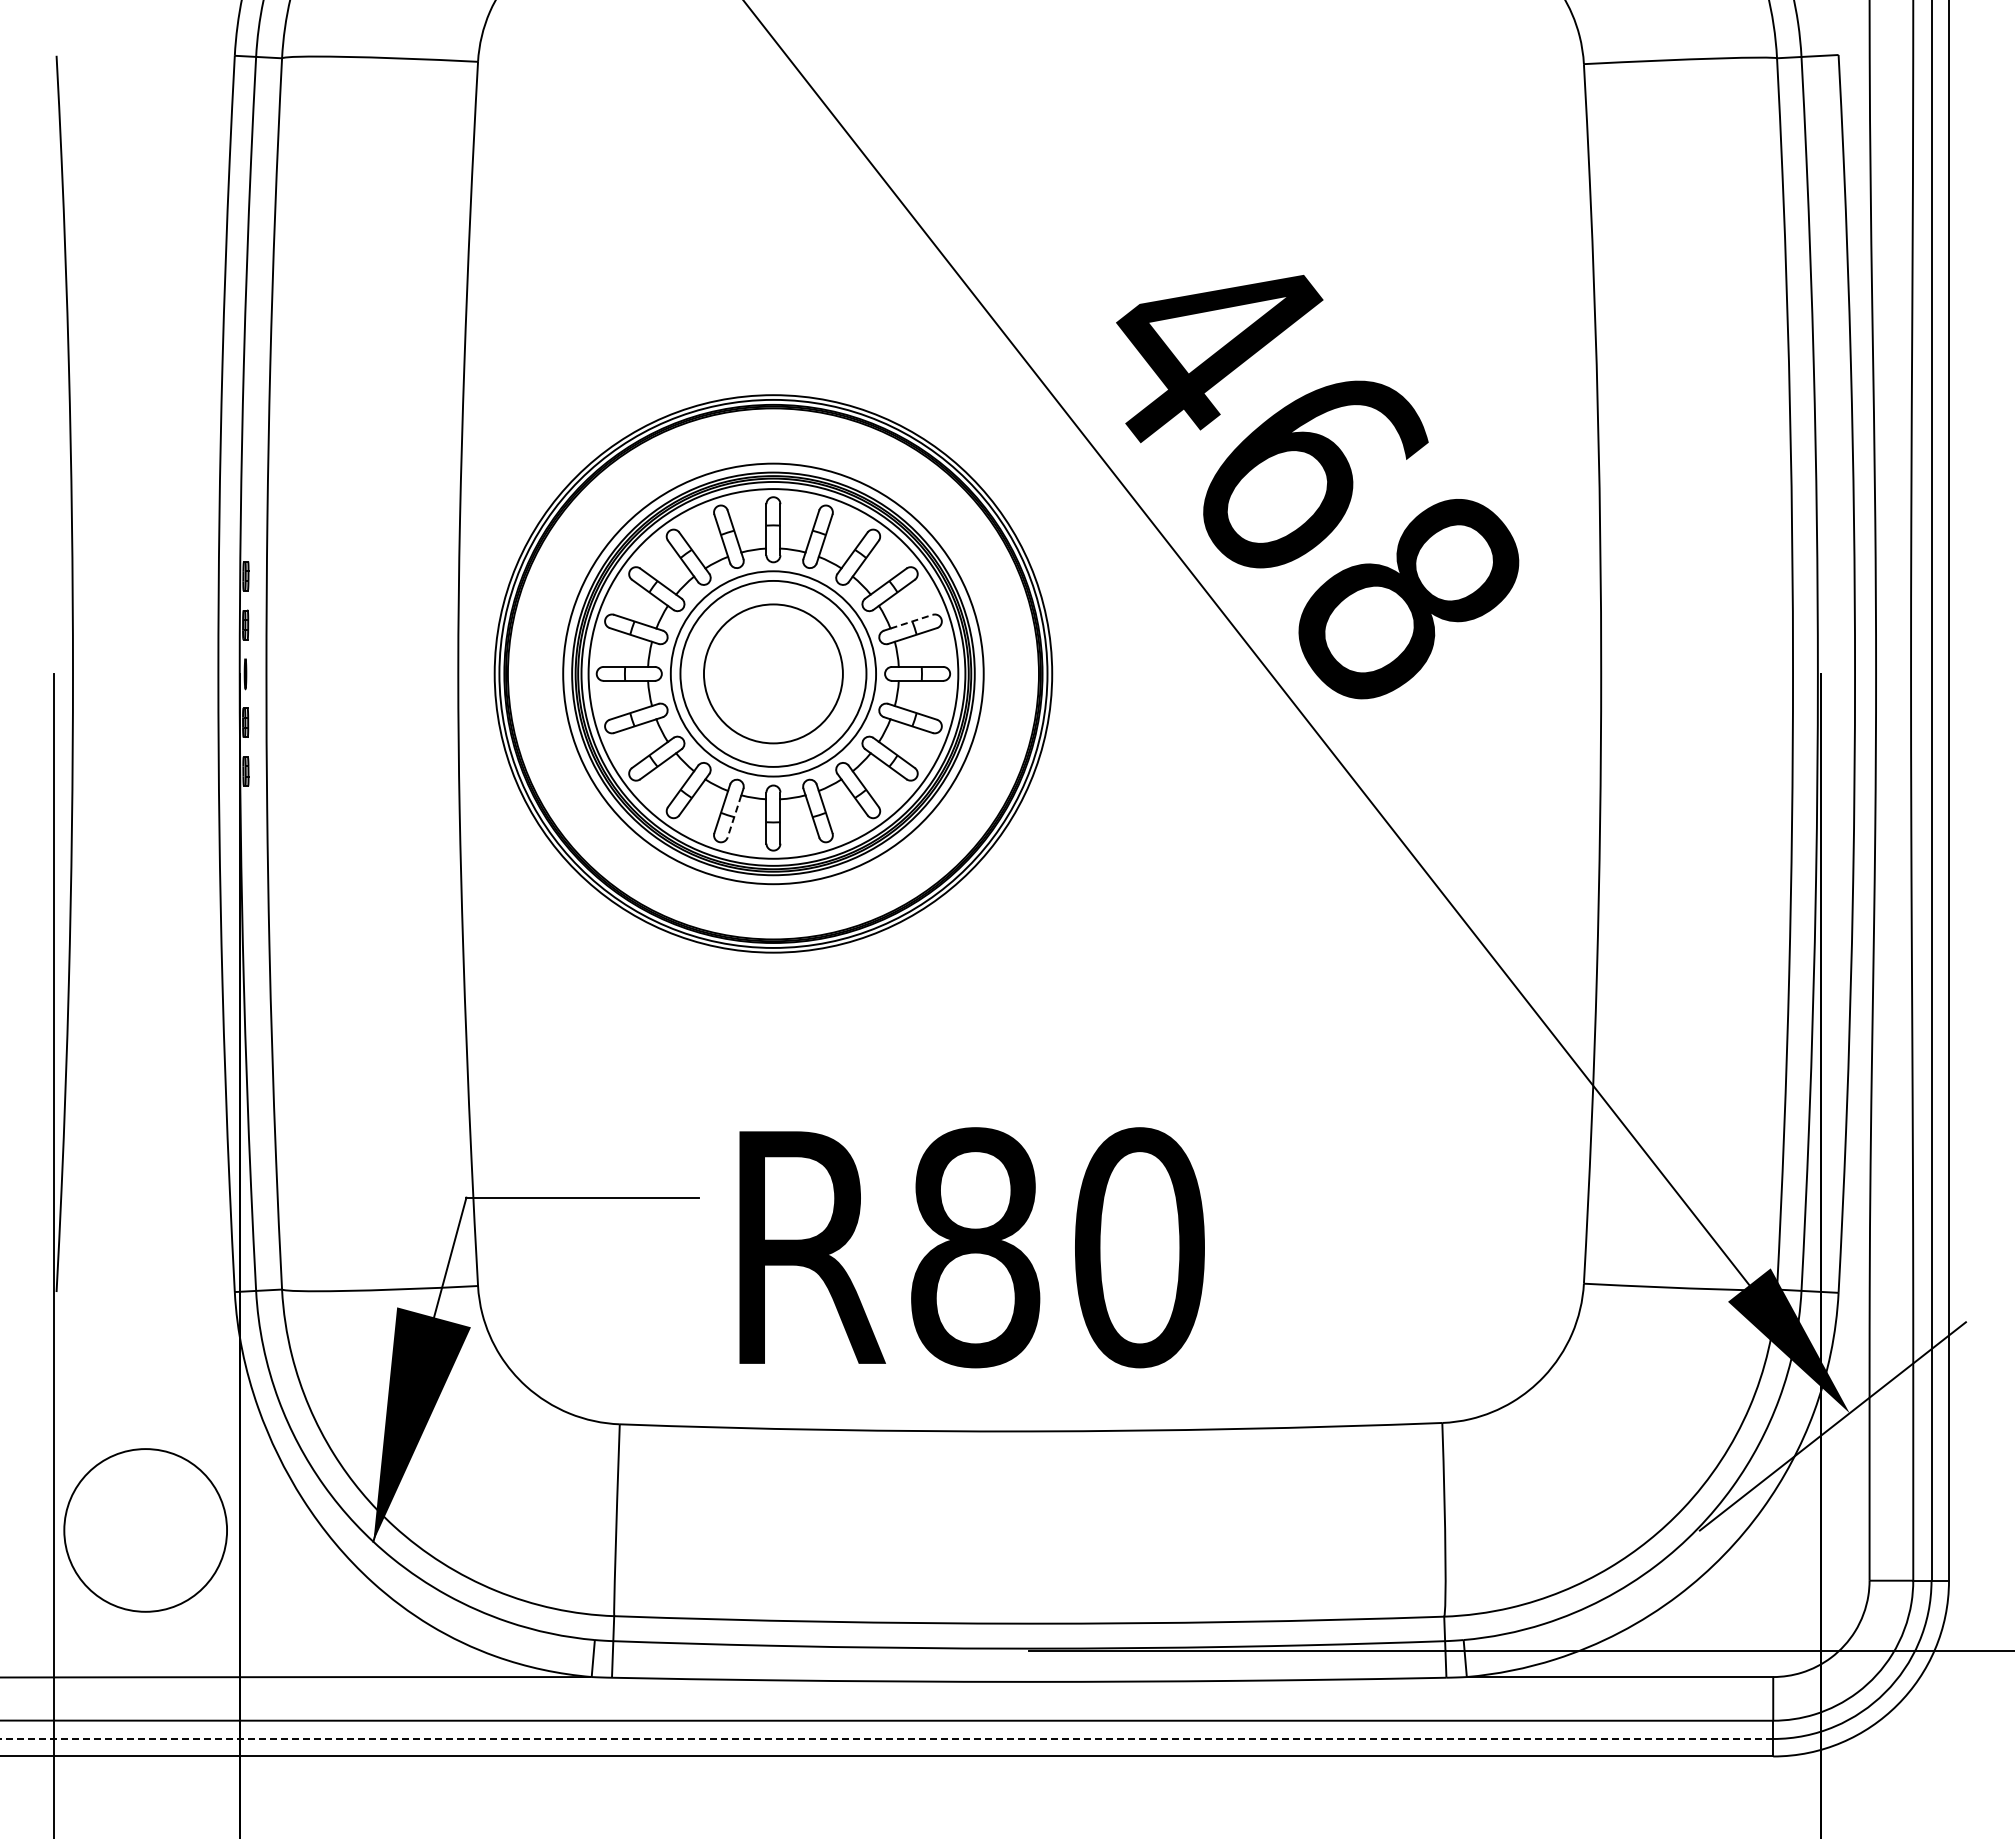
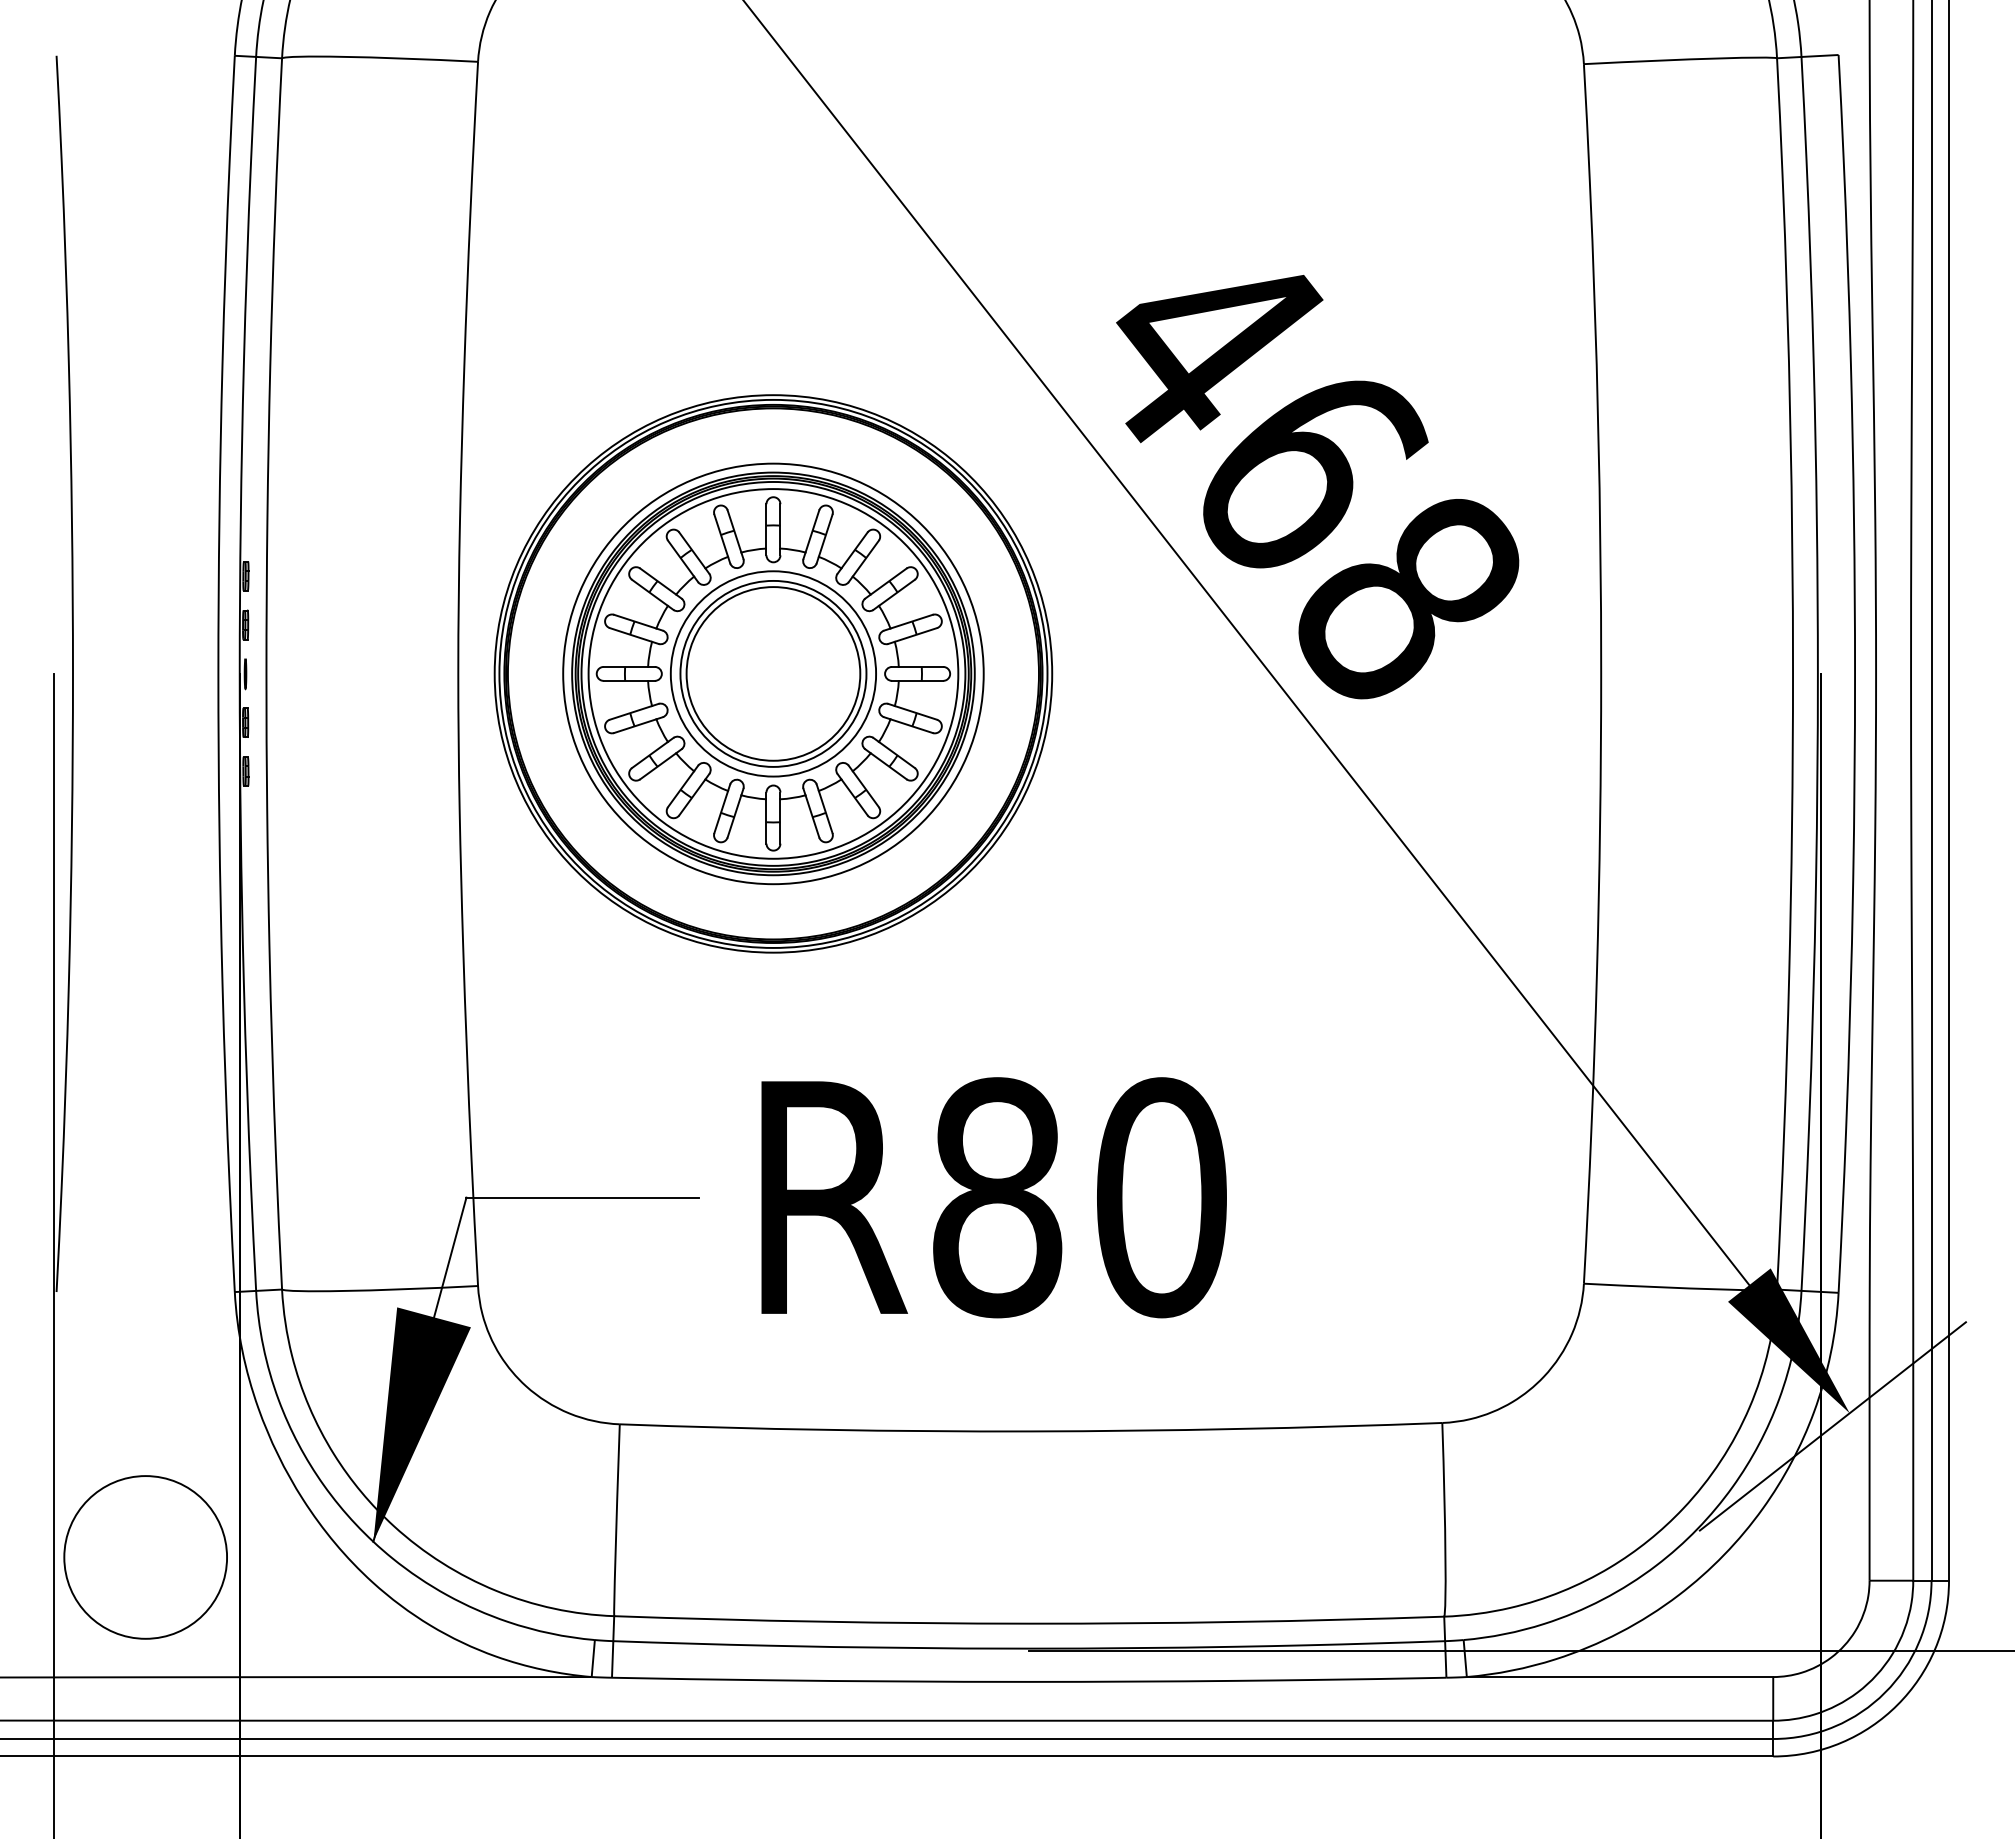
line at (912, 621): dashed -> solid
circle at (772, 673) diameter: 139 px -> 174 px
line at (734, 816): dashed -> solid
text at (971, 1247) position: (971, 1247) -> (993, 1197)
circle at (145, 1530) position: (145, 1530) -> (145, 1557)
line at (886, 1739): dashed -> solid
